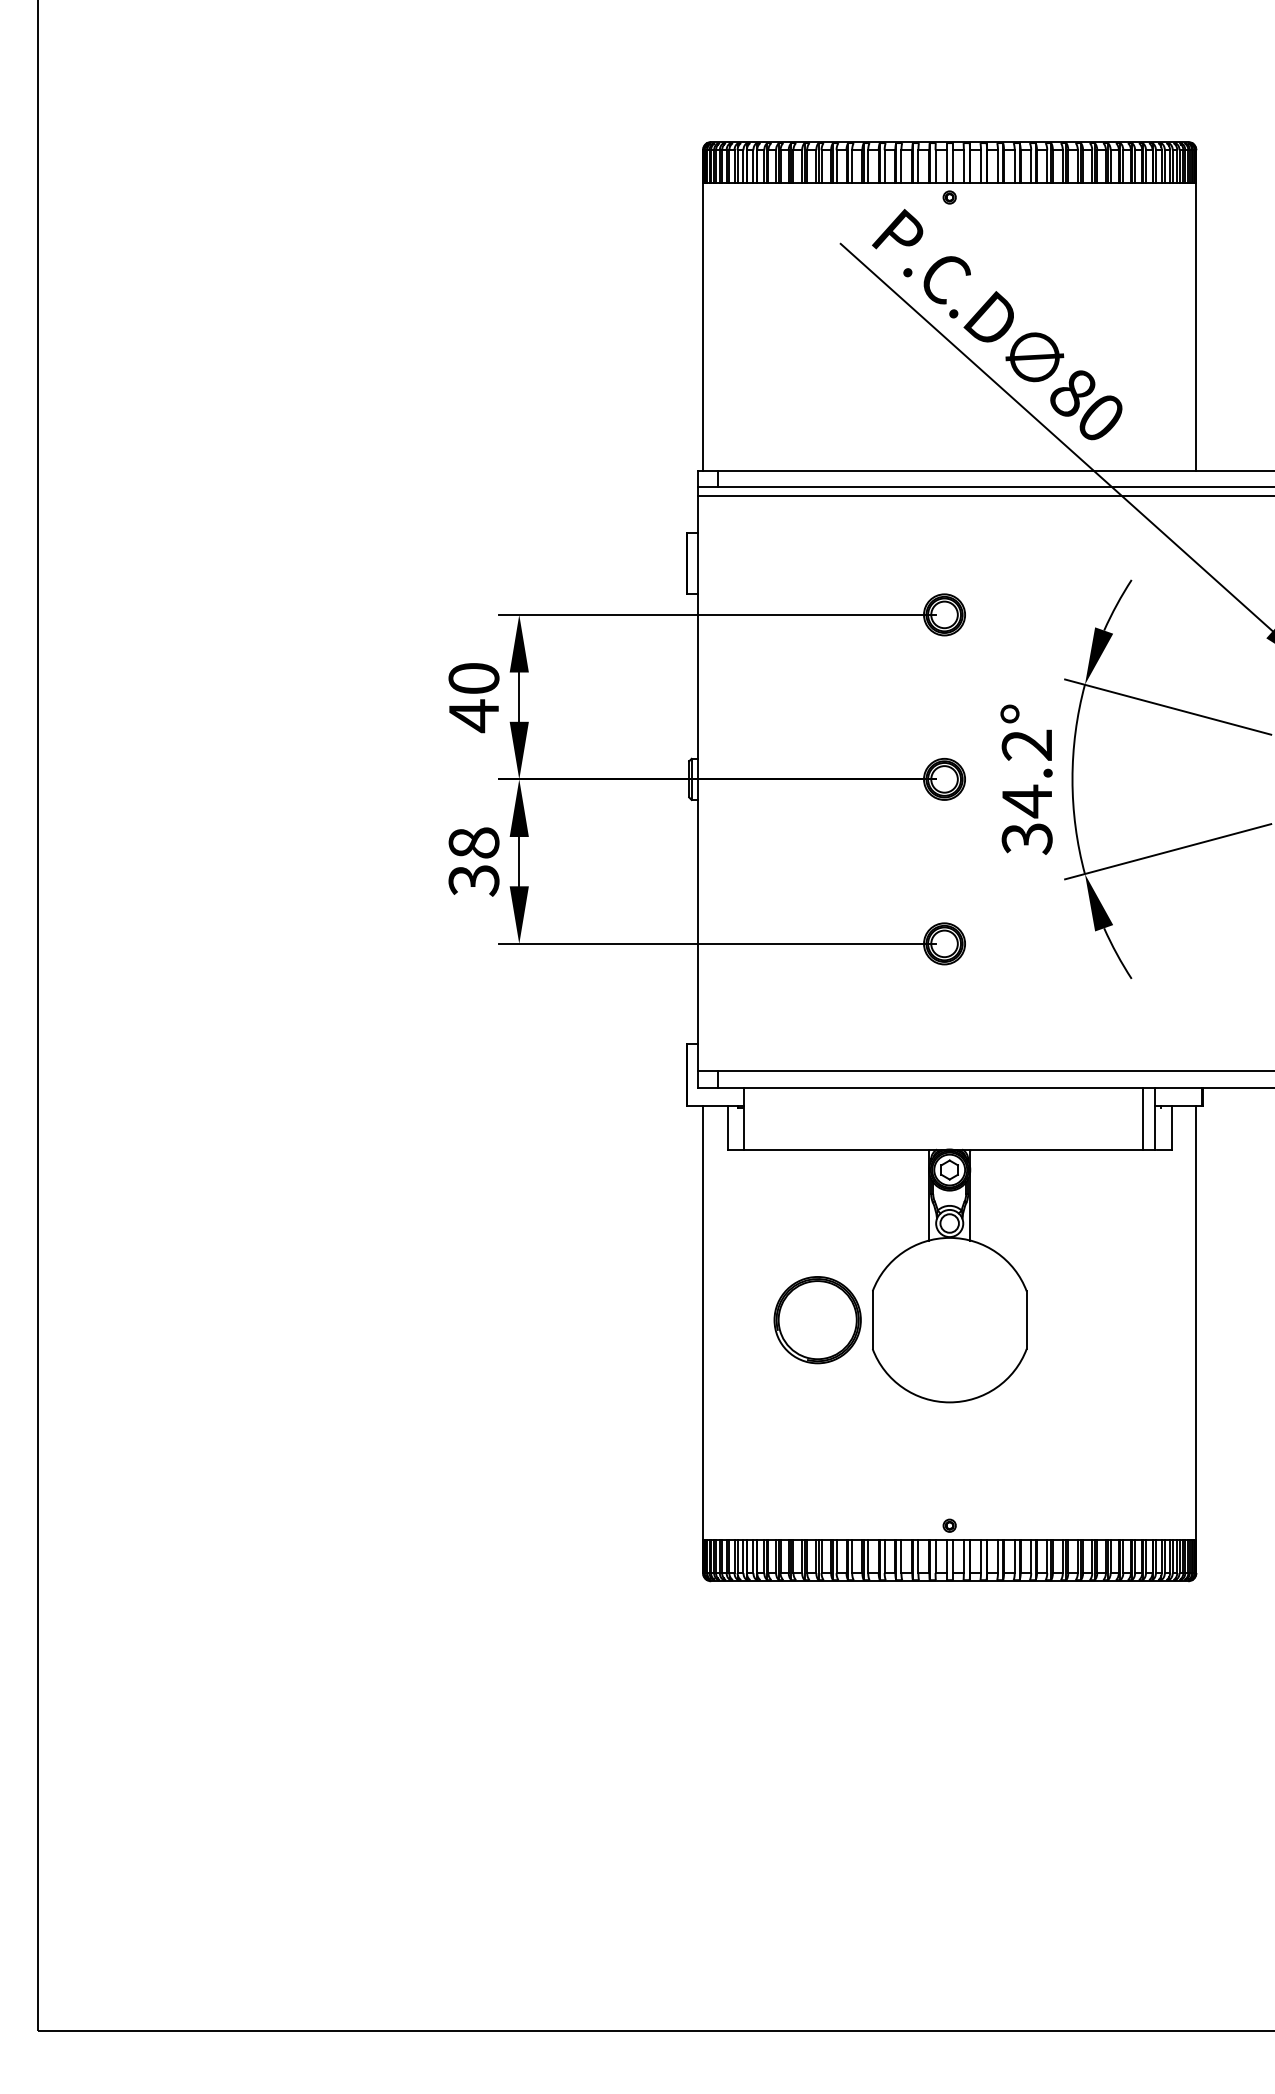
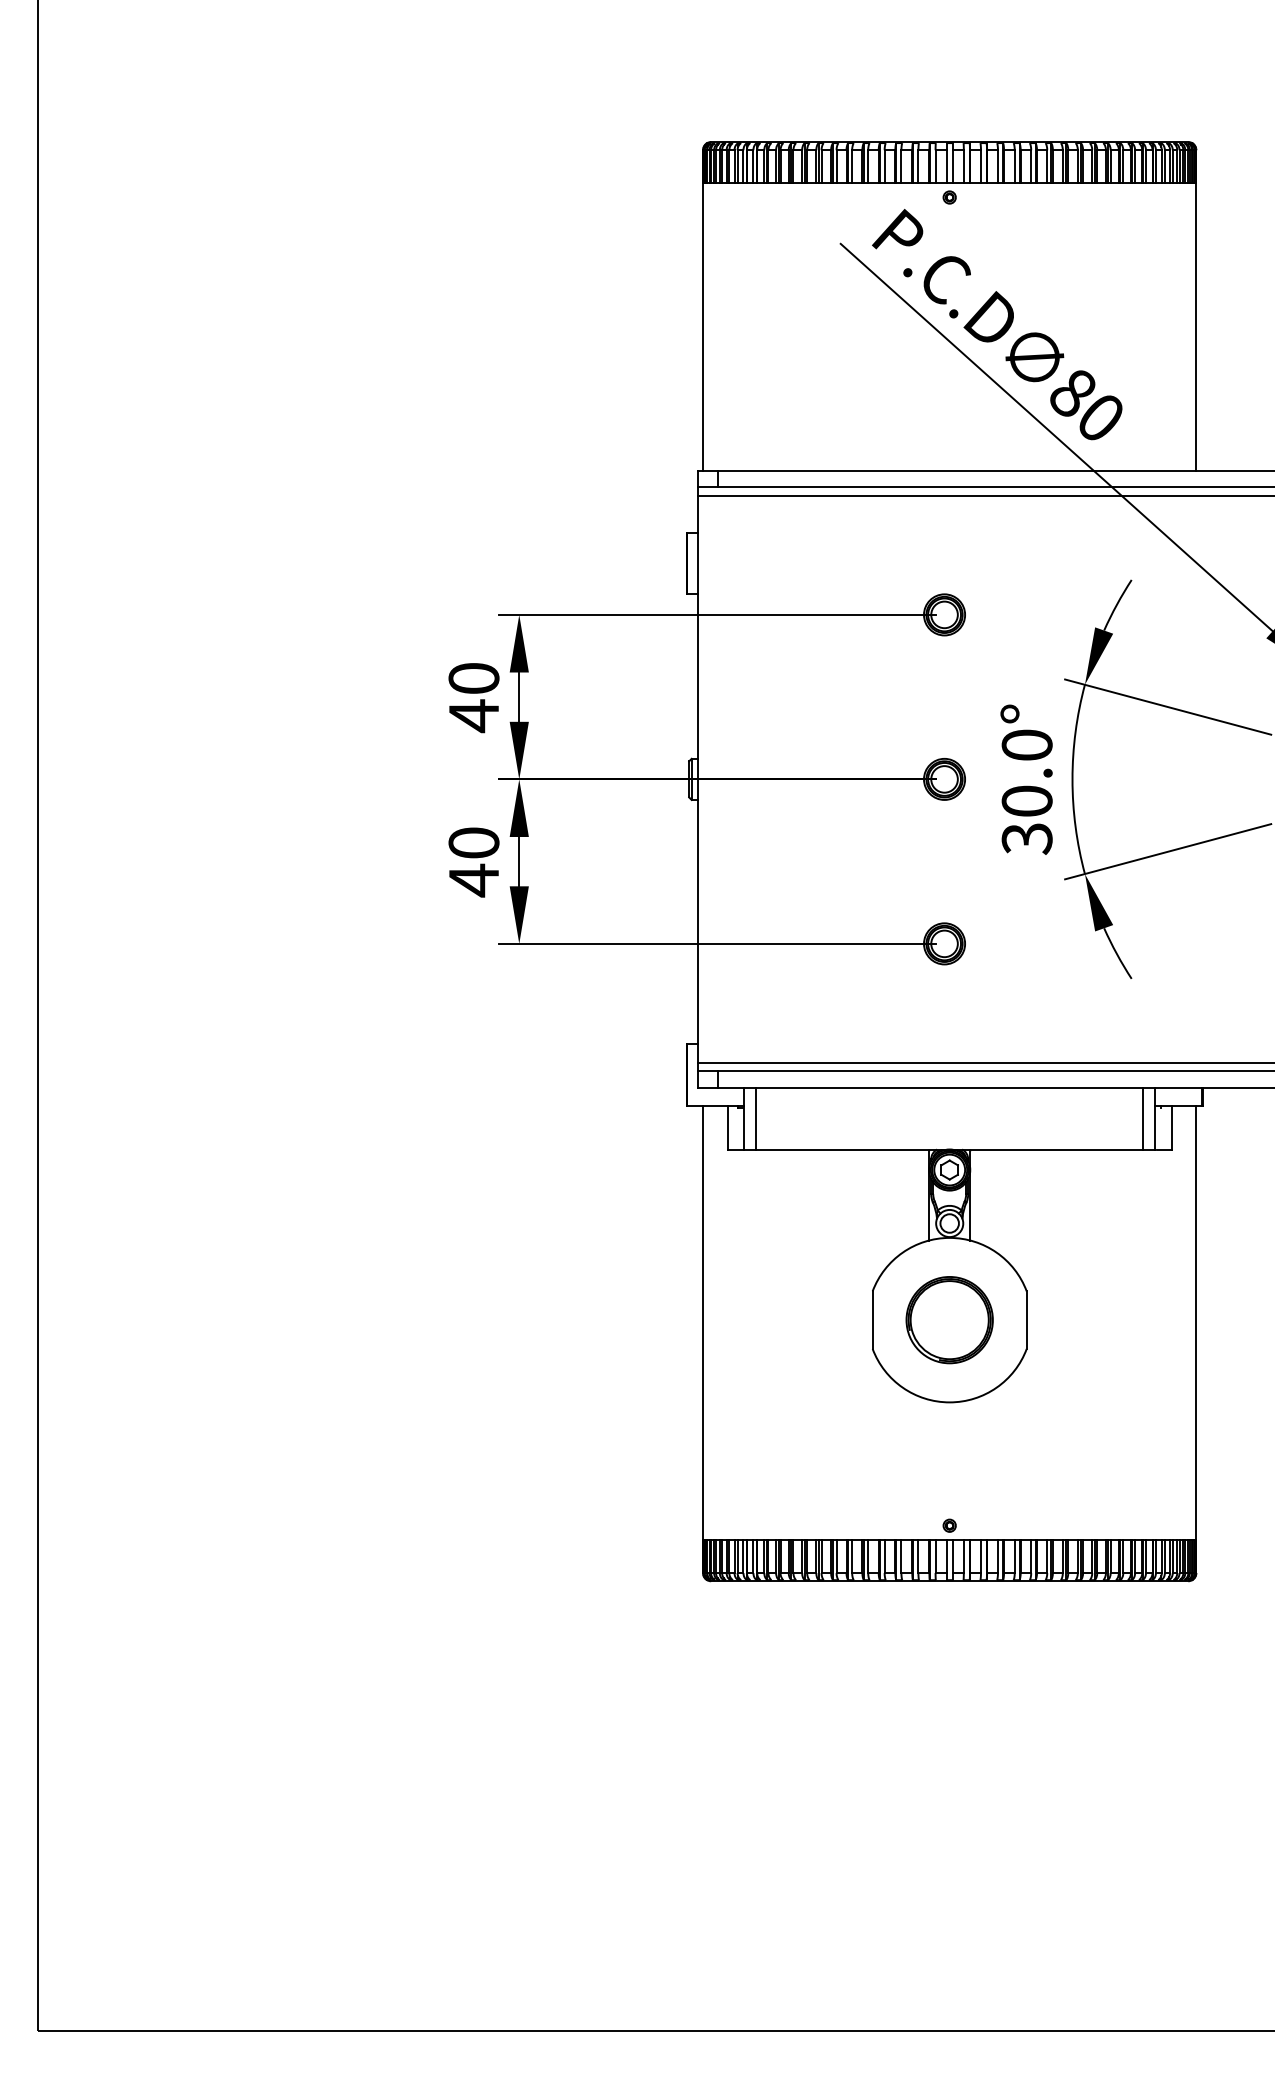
text at (1026, 773): 34.2° -> 30.0°
text at (473, 862): 38 -> 40
line at (984, 1063): none -> present
line at (756, 1118): none -> present
part at (817, 1320) position: (817, 1320) -> (949, 1320)
